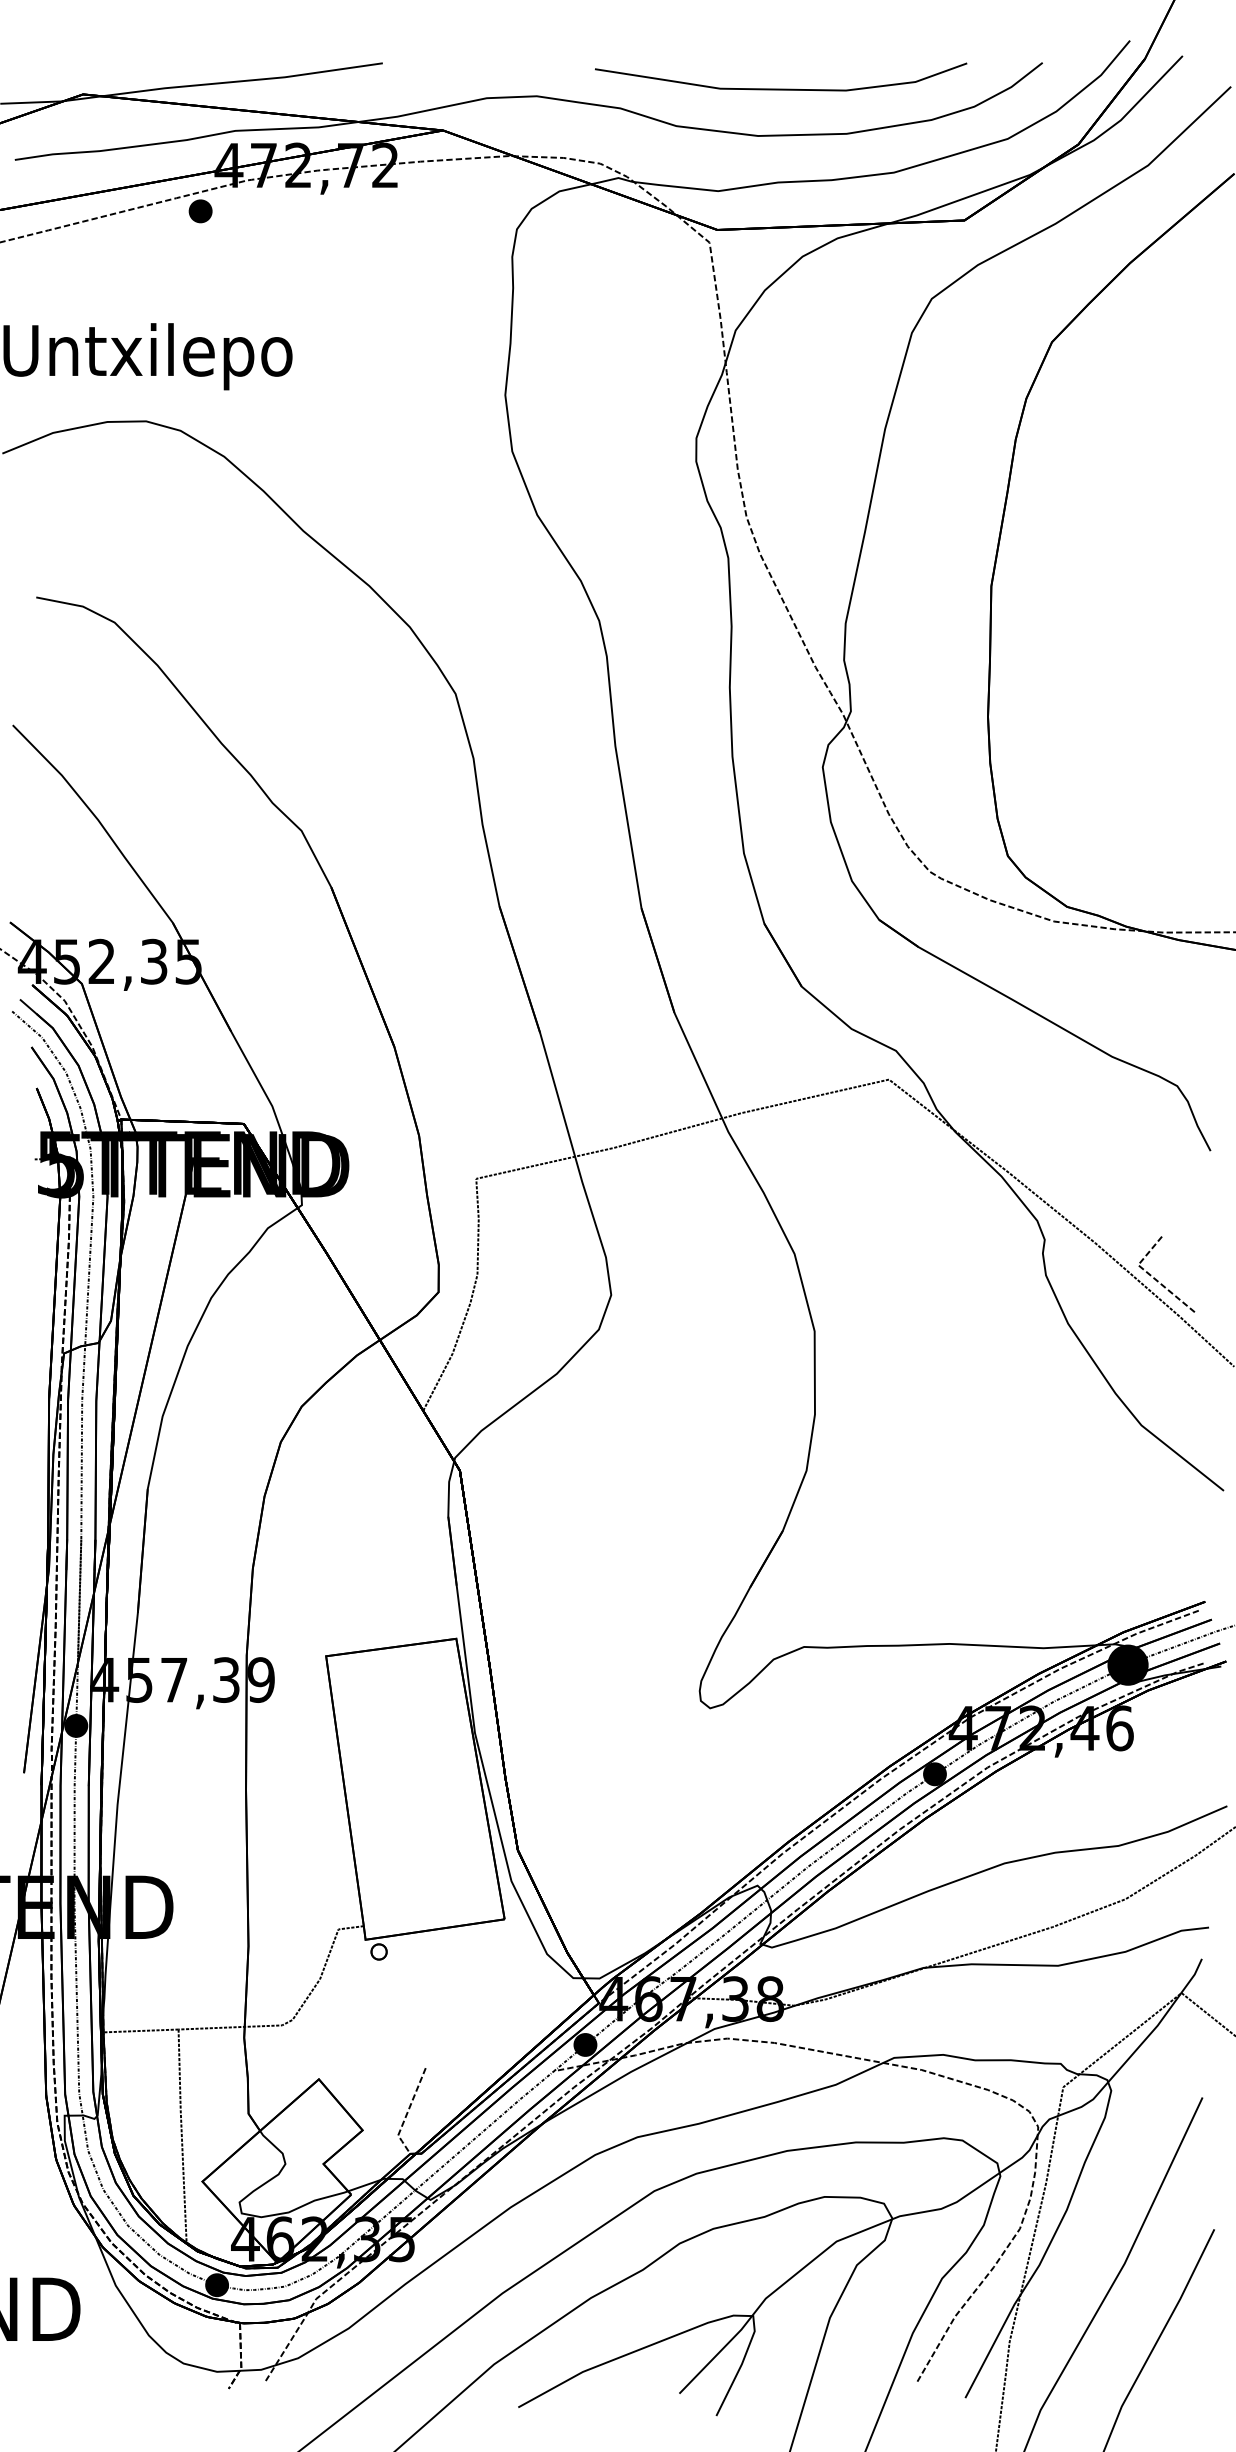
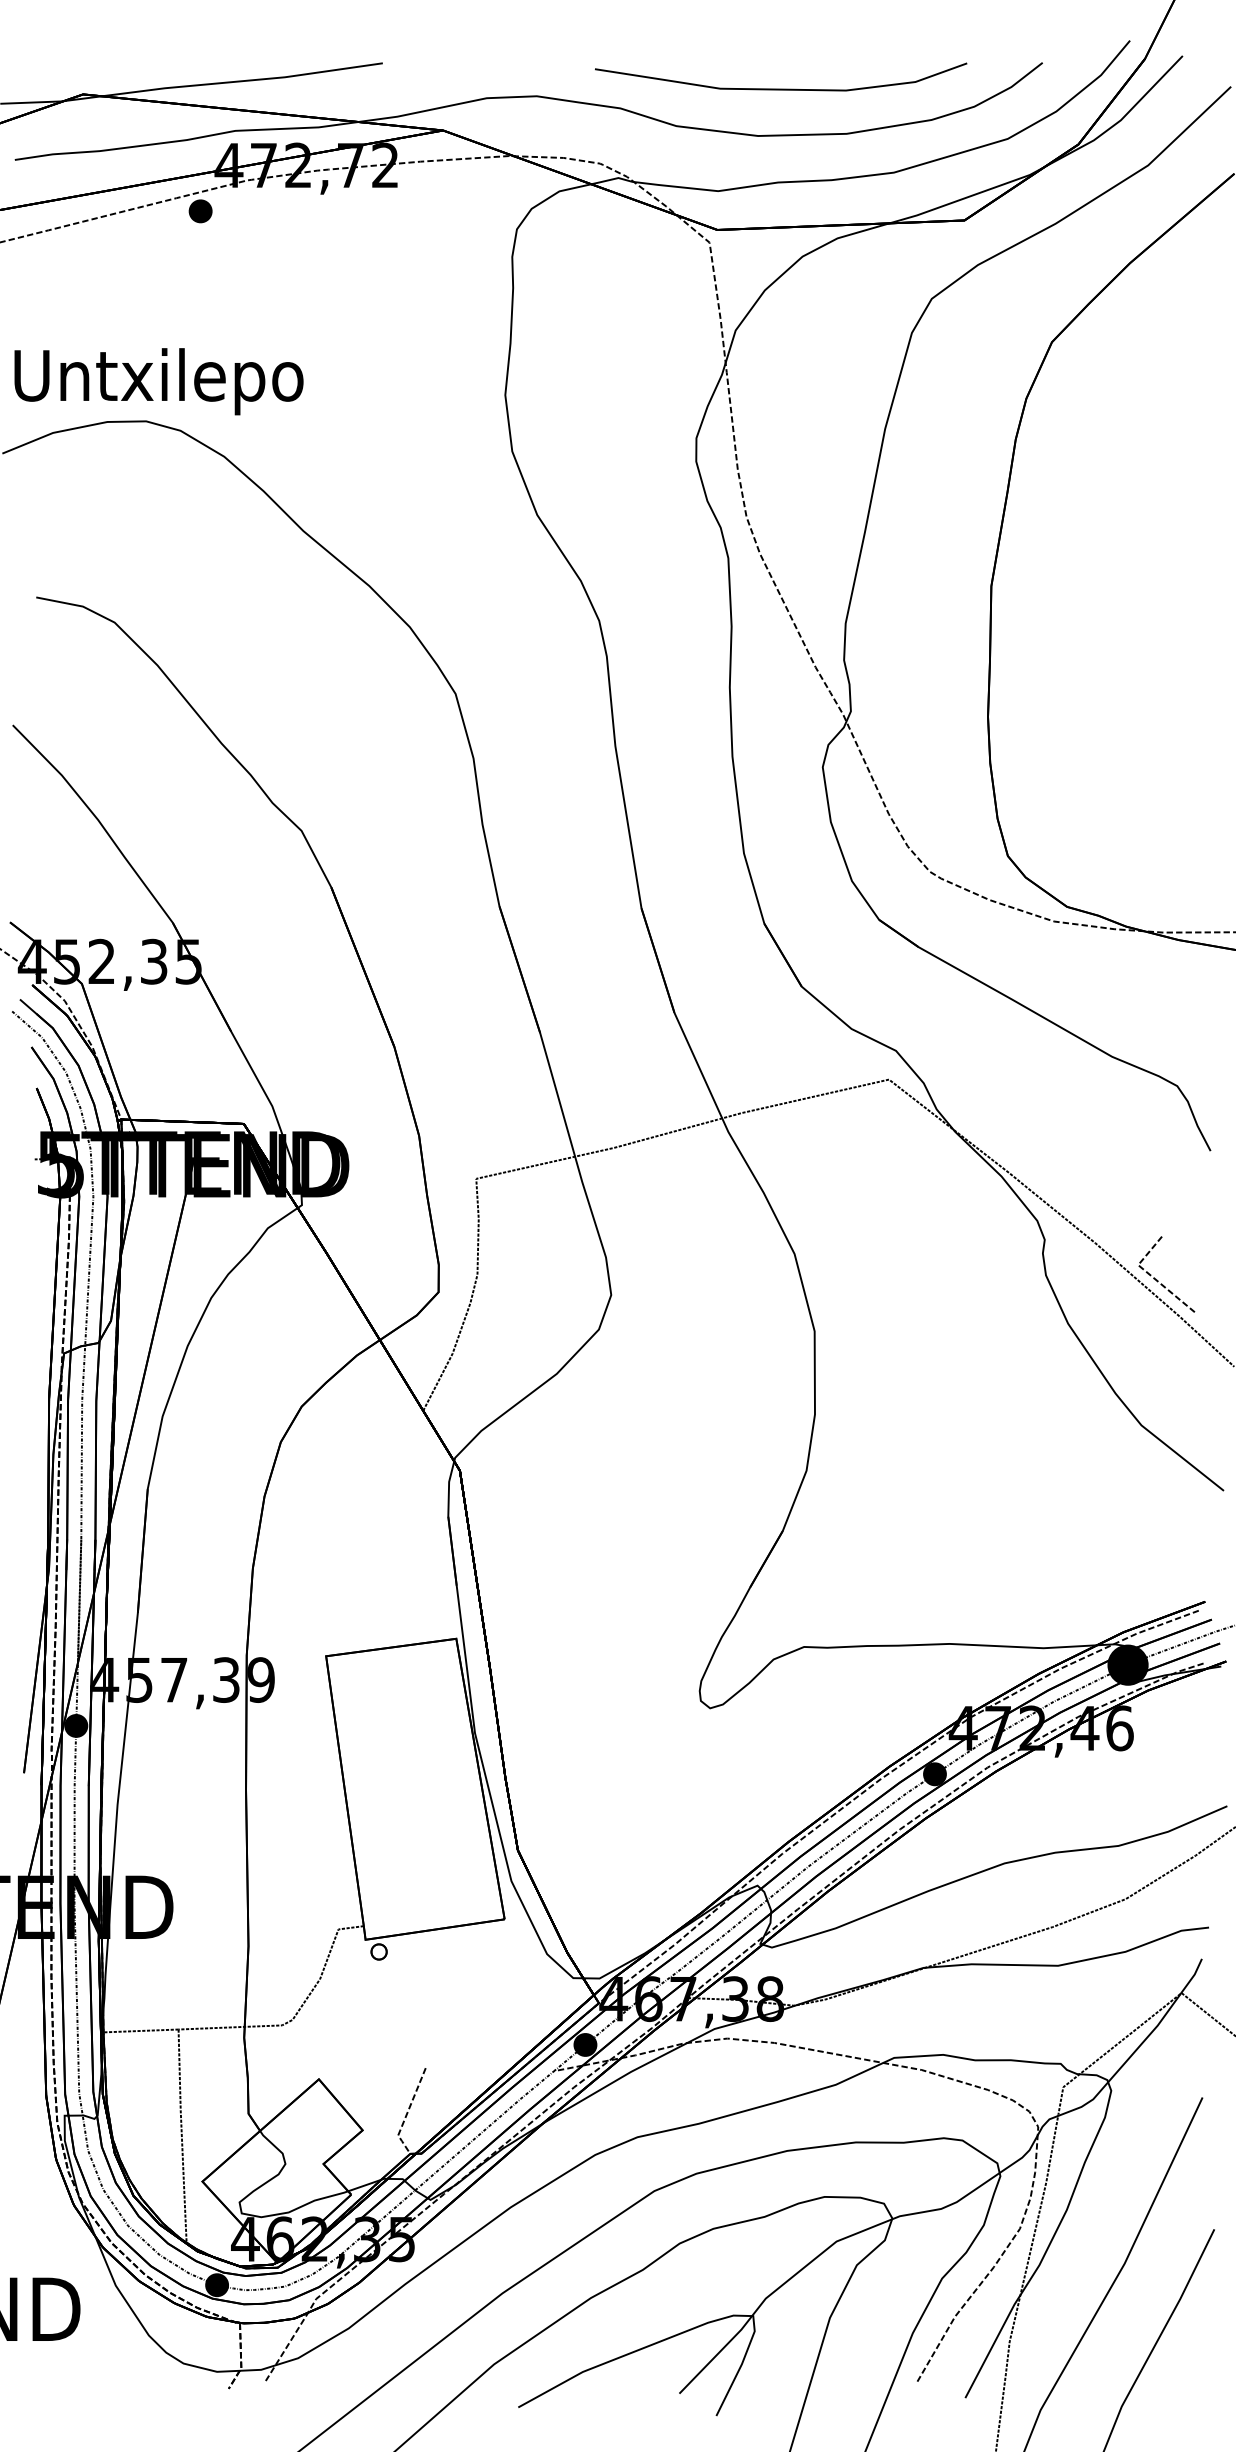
text at (147, 356) position: (147, 356) -> (158, 381)
